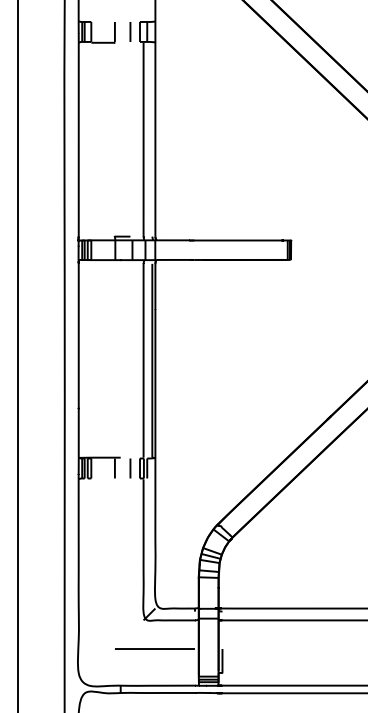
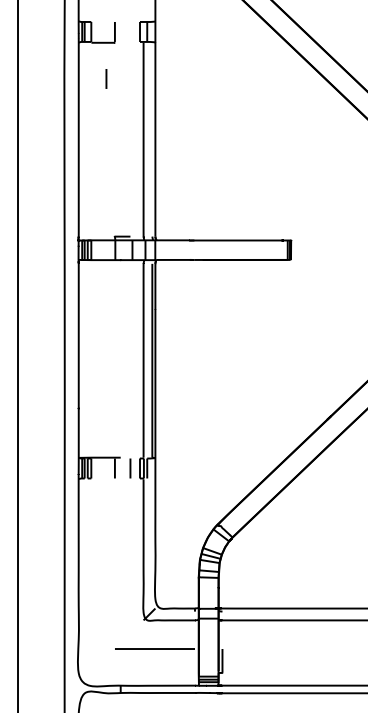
line at (130, 31) position: (130, 31) -> (106, 78)
